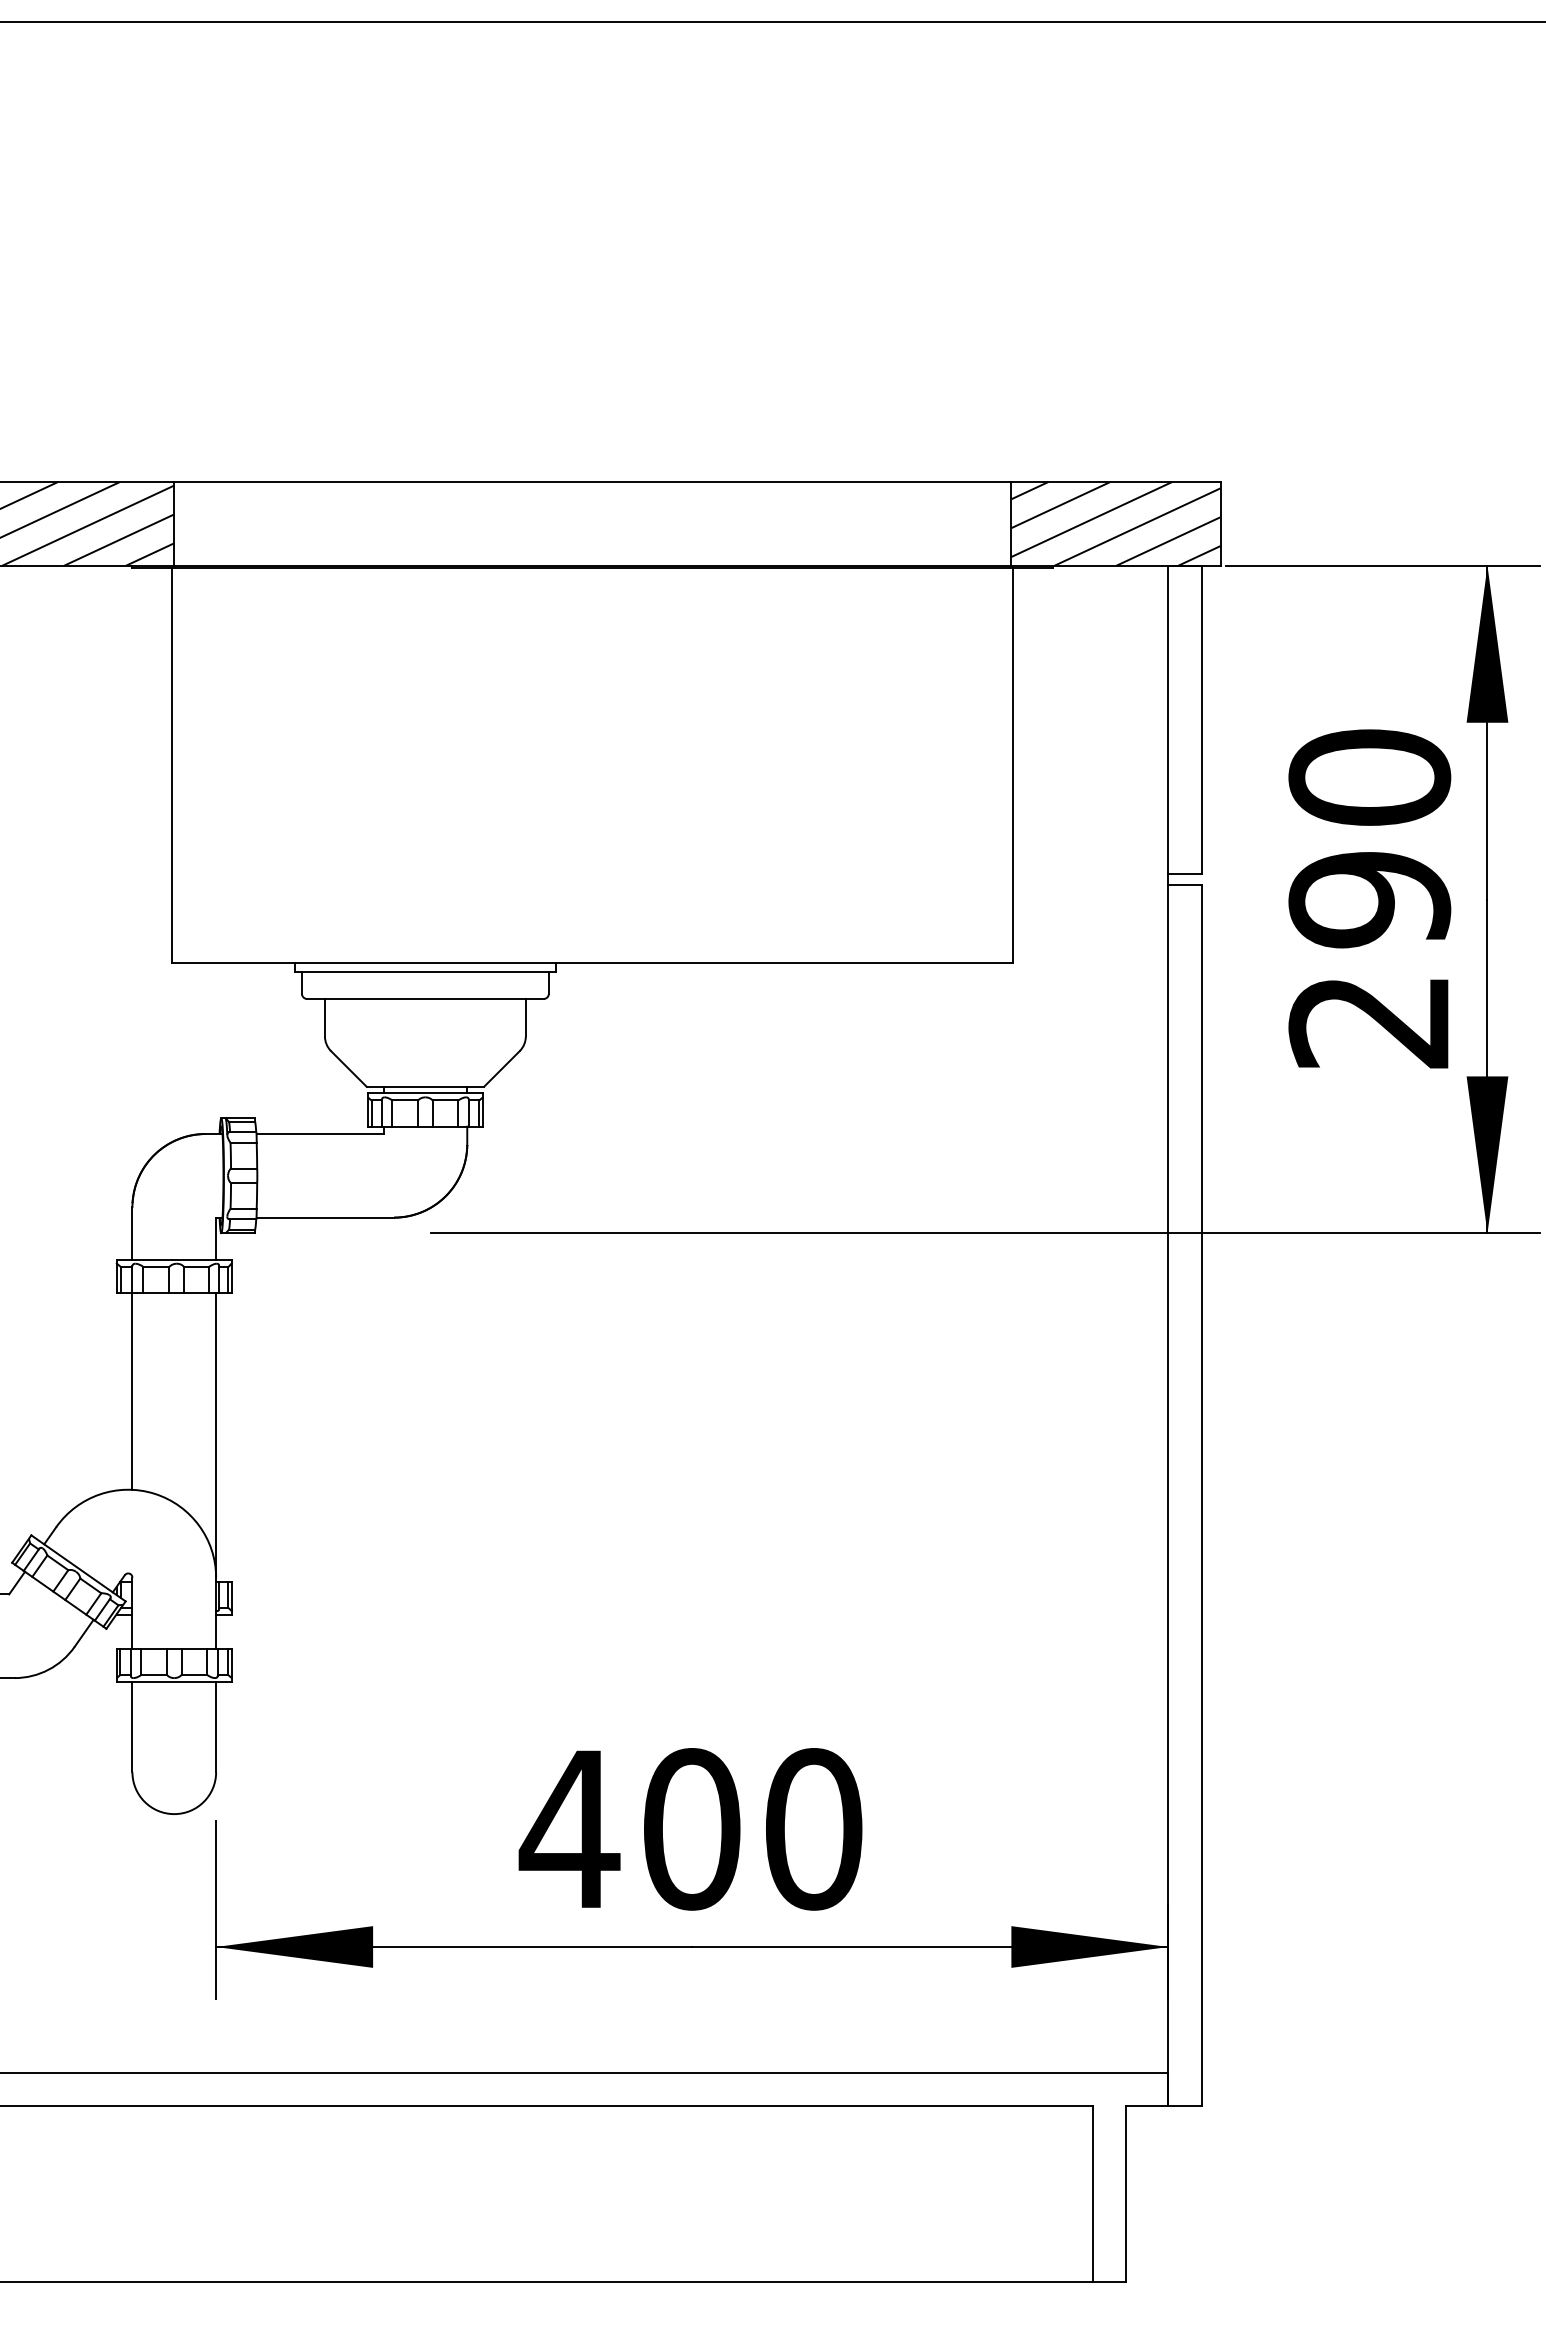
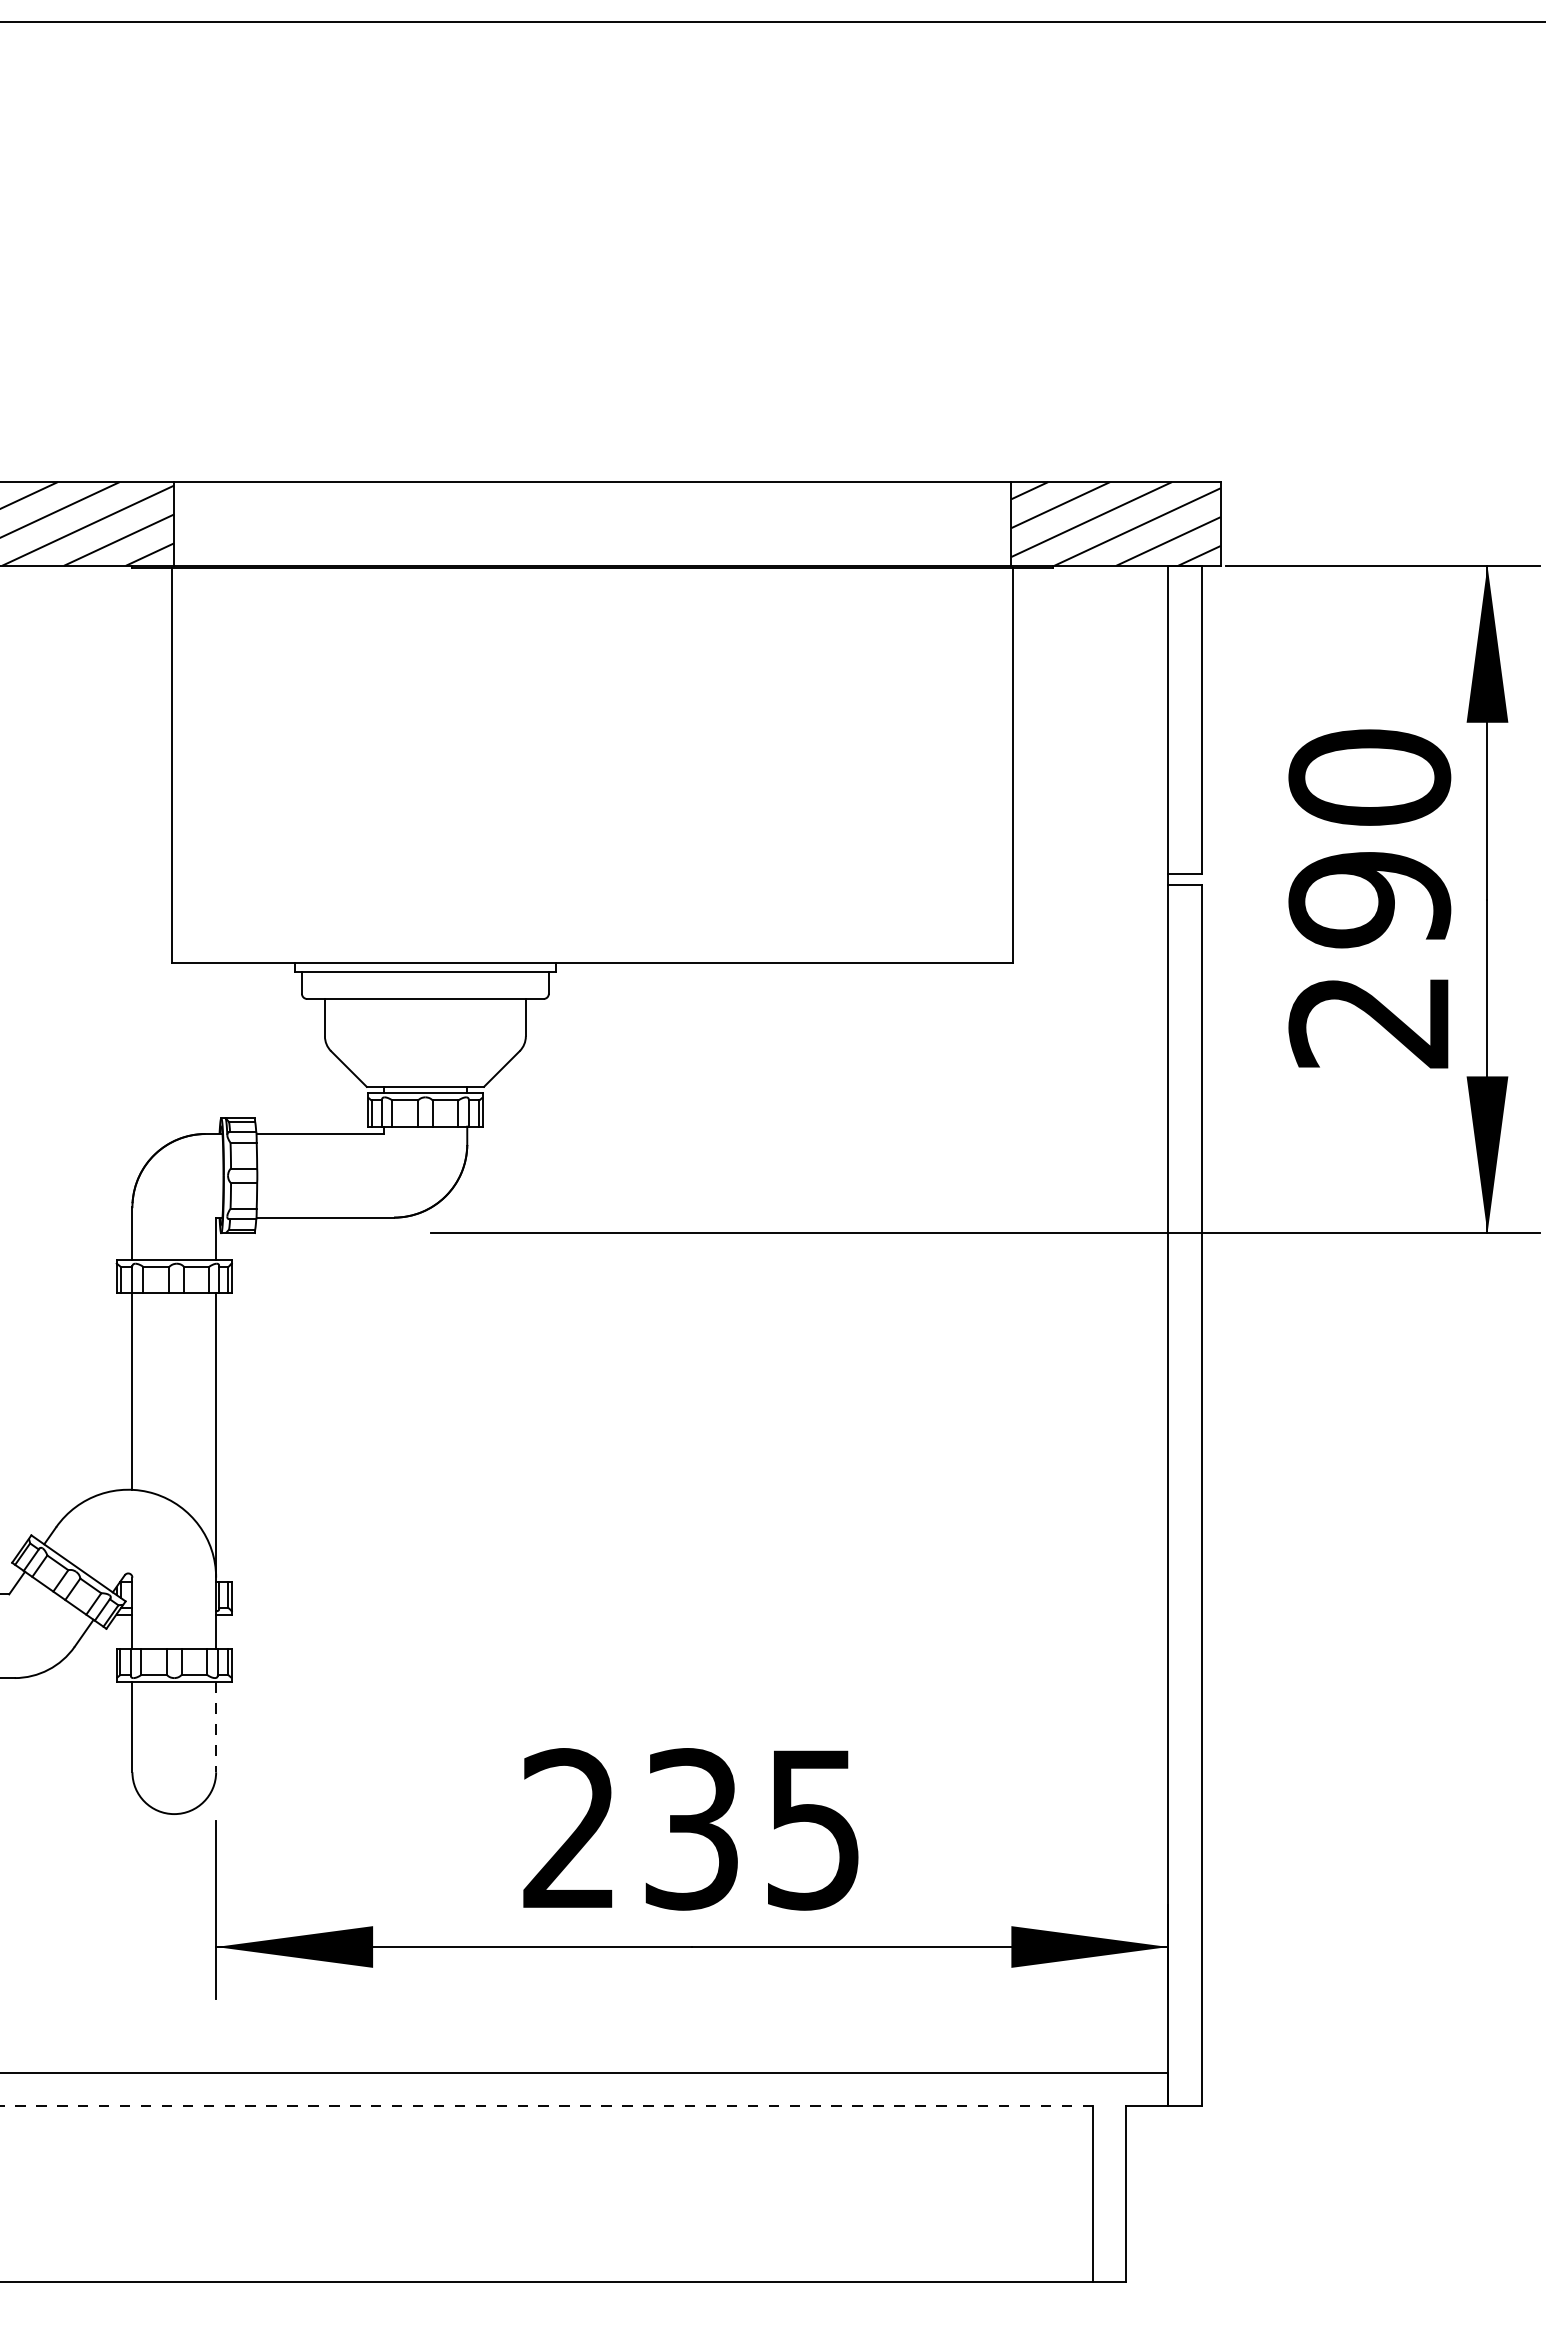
line at (216, 1727): solid -> dashed
text at (690, 1829): 400 -> 235
line at (546, 2106): solid -> dashed
